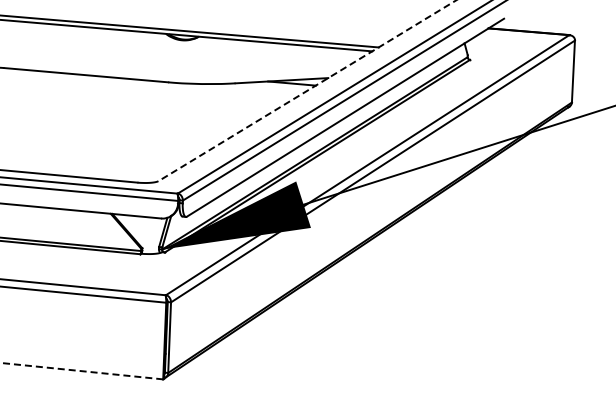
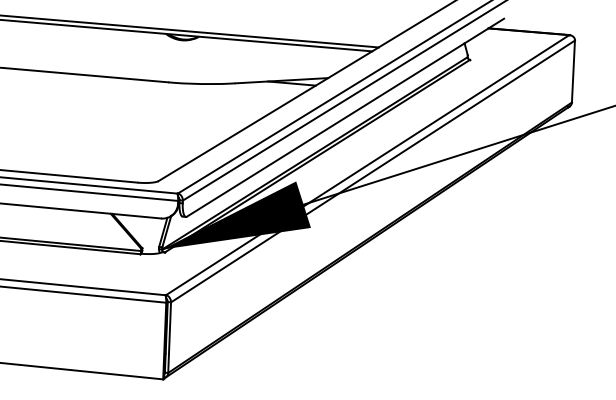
line at (307, 90): dashed -> solid
line at (81, 371): dashed -> solid
